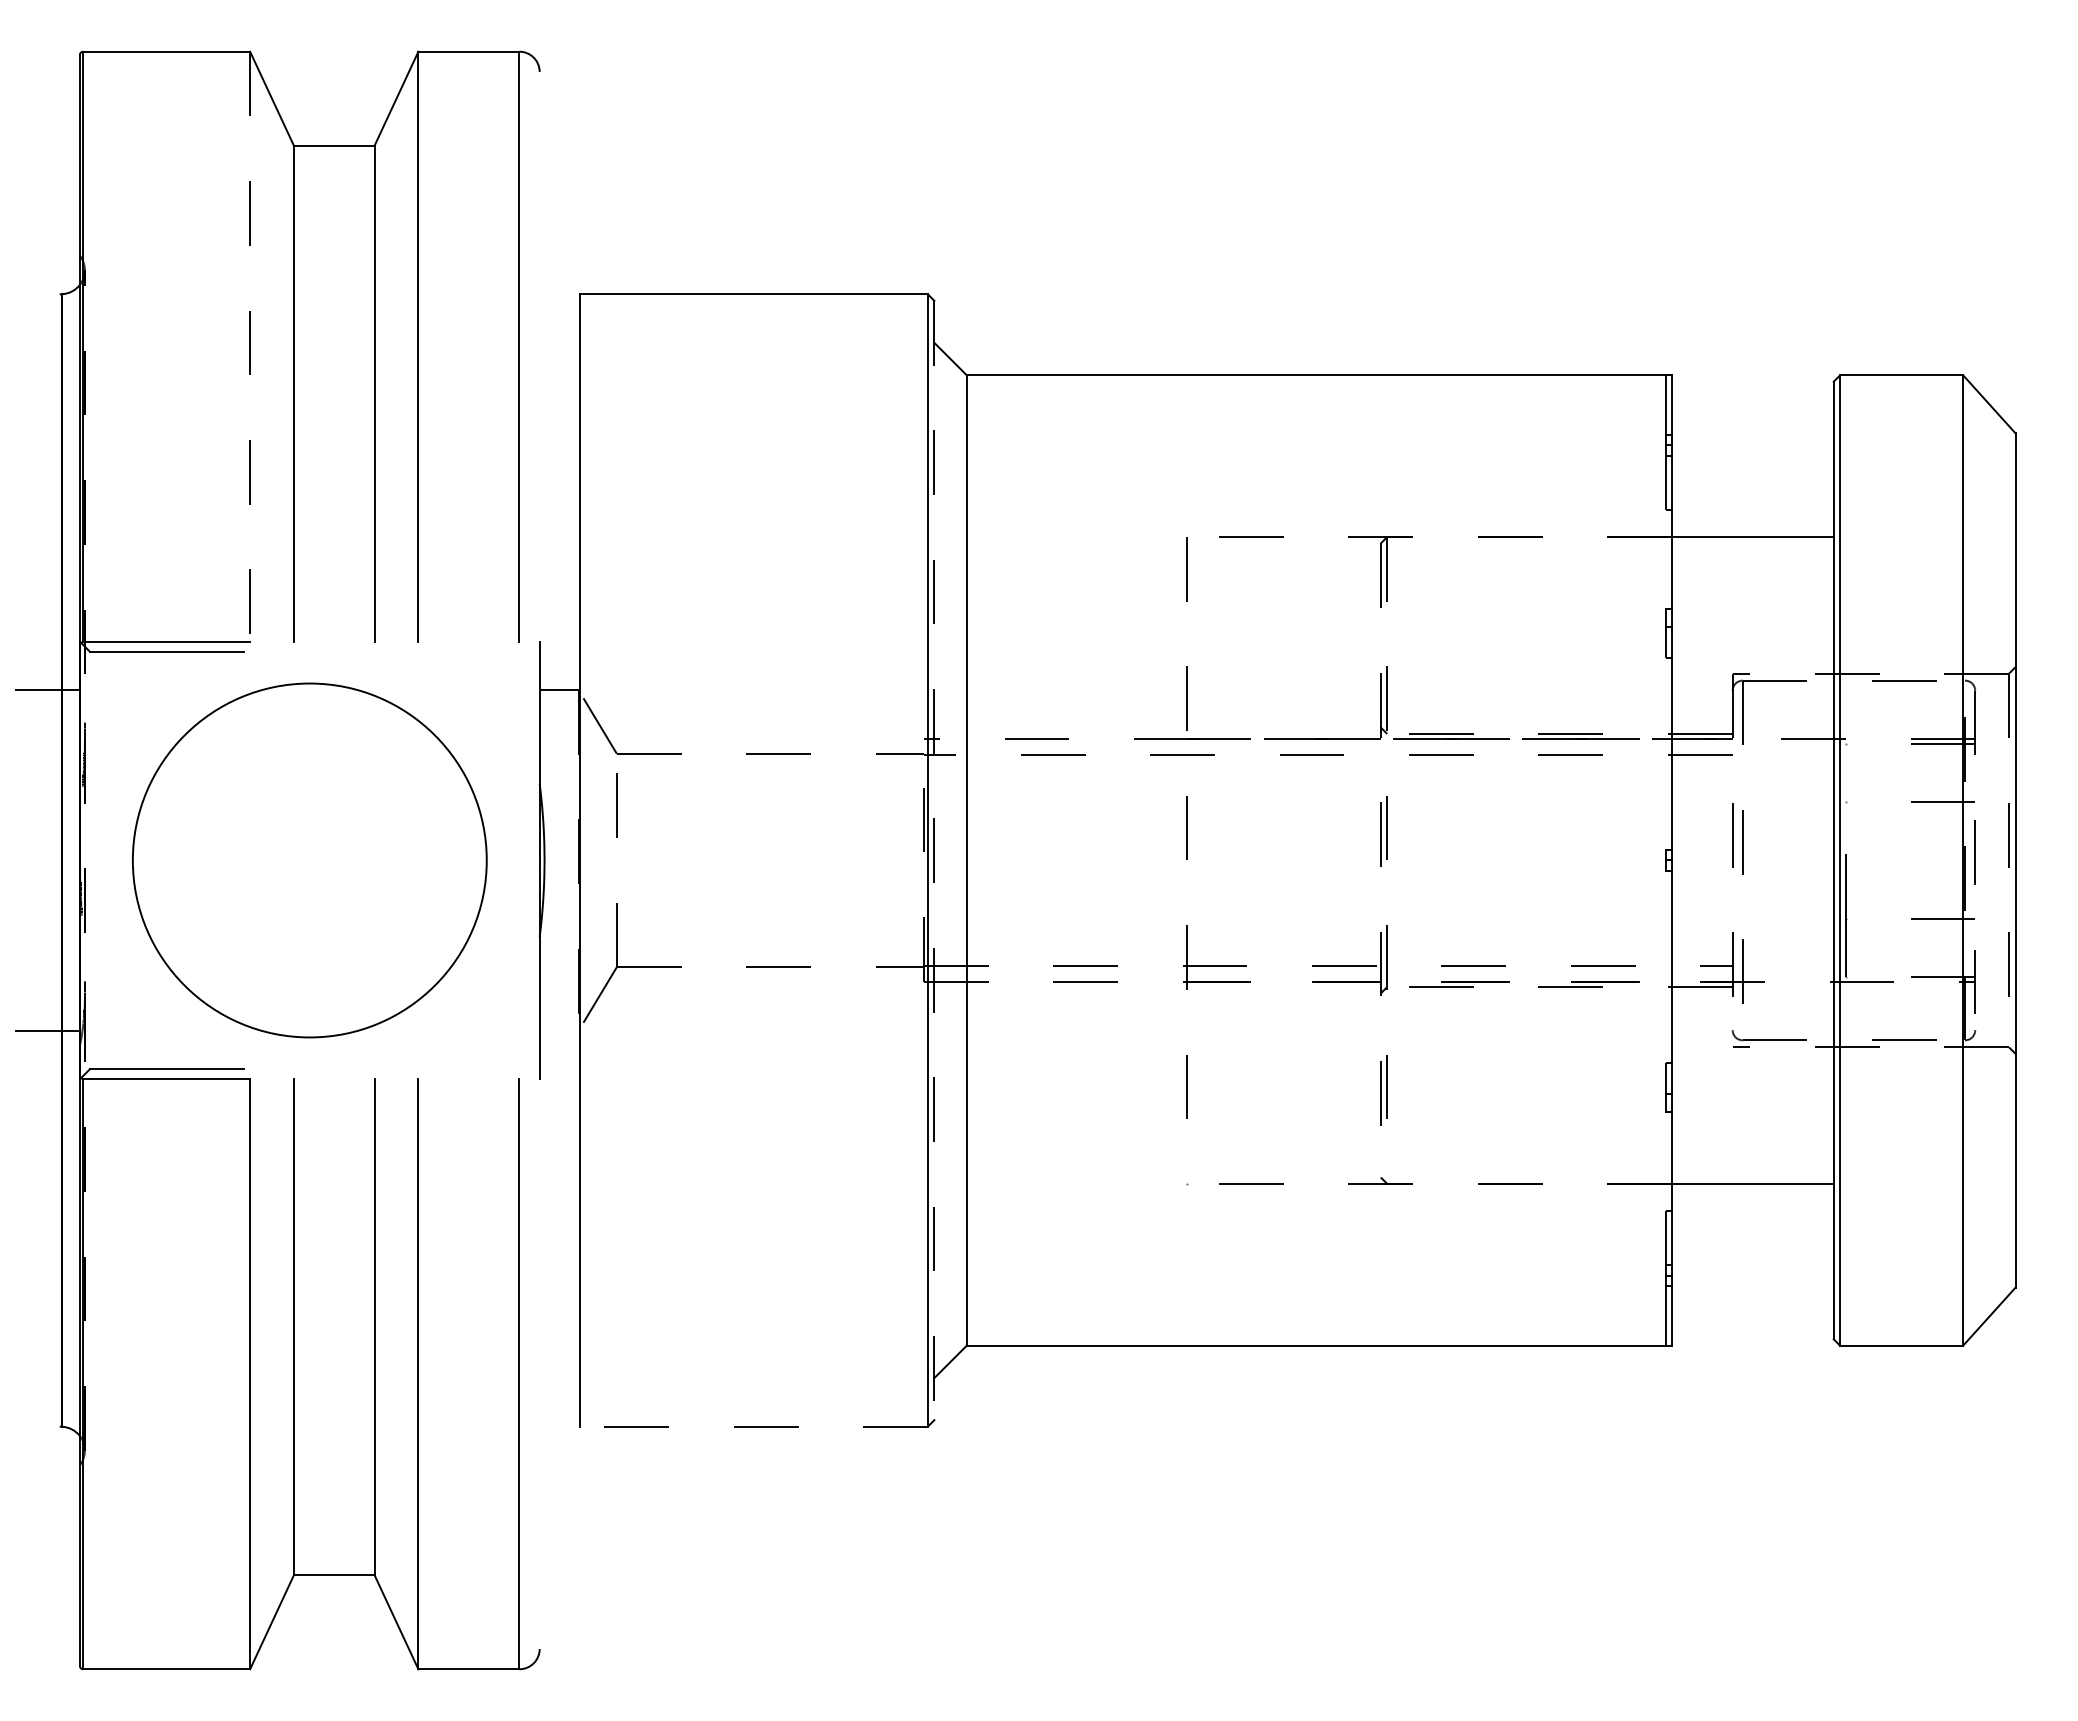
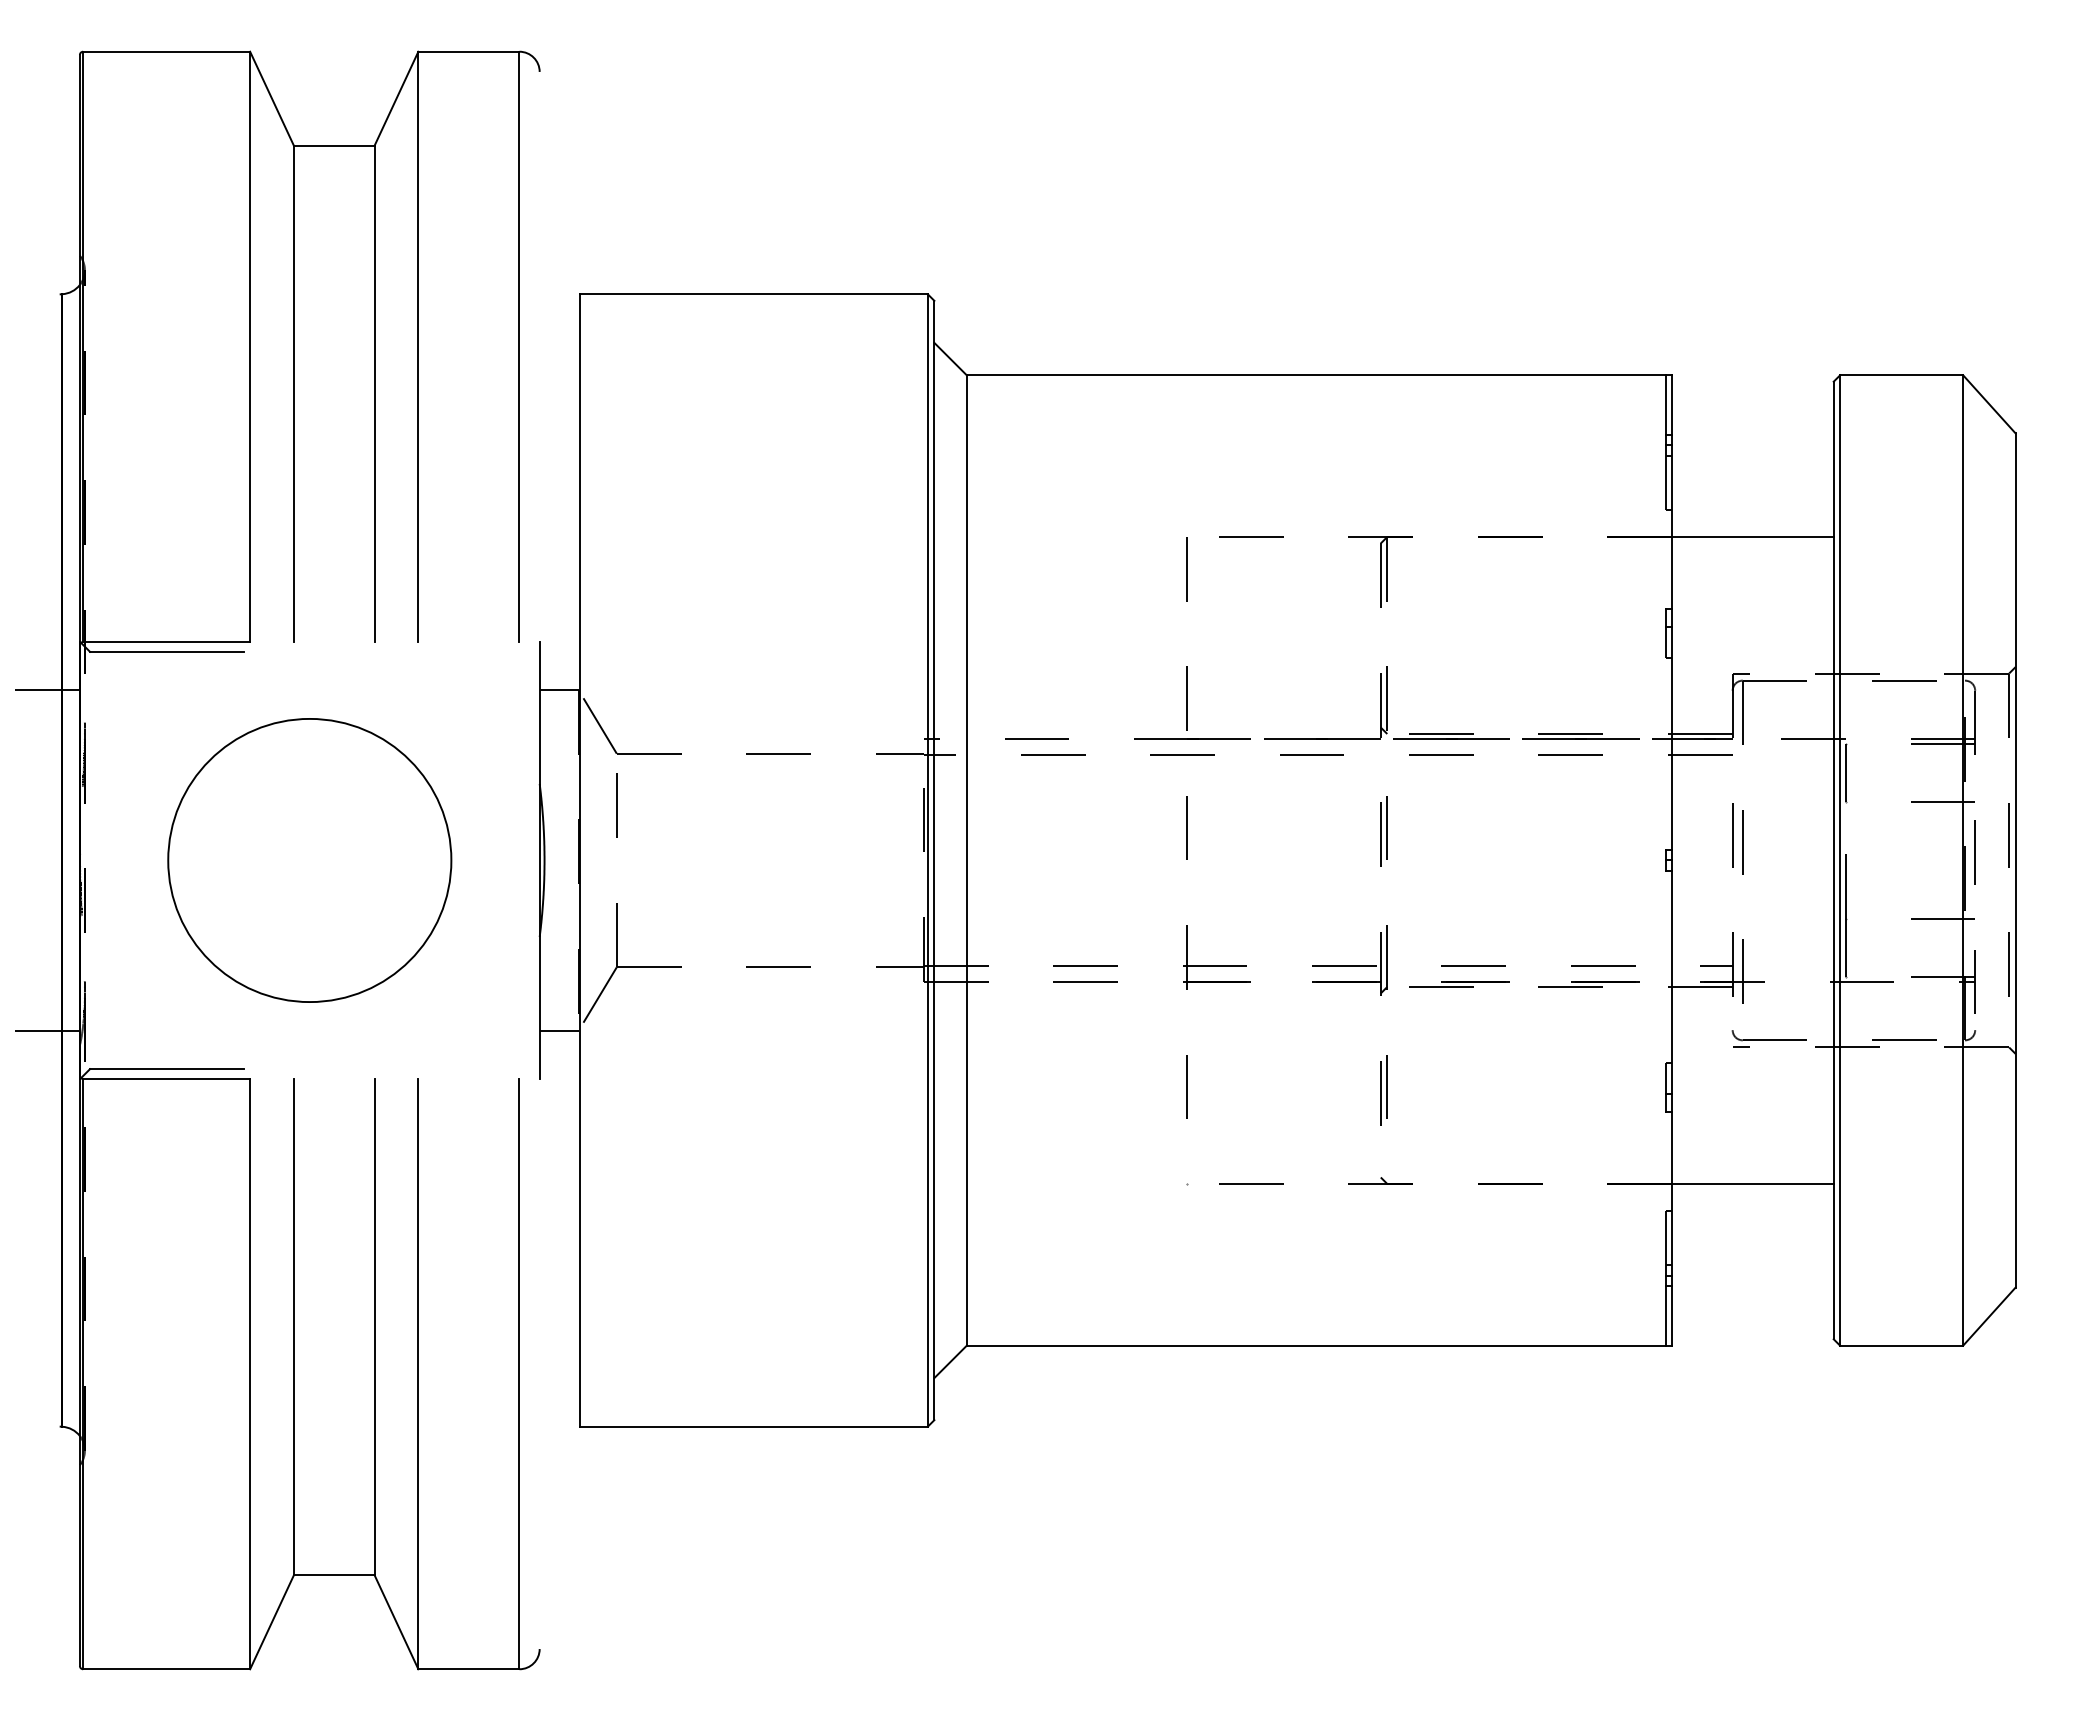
line at (250, 347): dashed -> solid
line at (1845, 772): none -> present
circle at (309, 860) diameter: 354 px -> 283 px
line at (934, 860): dashed -> solid
line at (558, 1030): none -> present
line at (754, 1426): dashed -> solid
